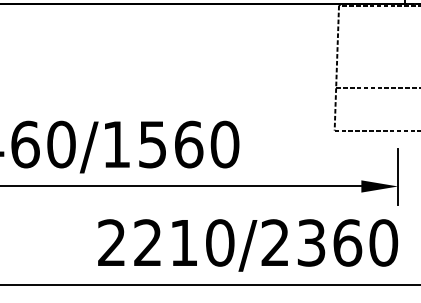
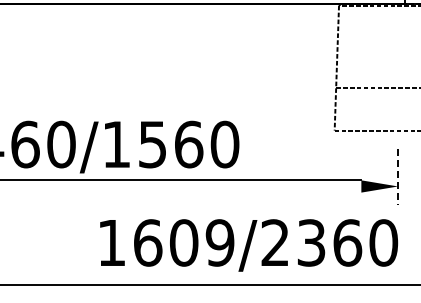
line at (398, 176): solid -> dashed
line at (181, 186) position: (181, 186) -> (181, 180)
text at (166, 242): 2210/2360 -> 1609/2360
